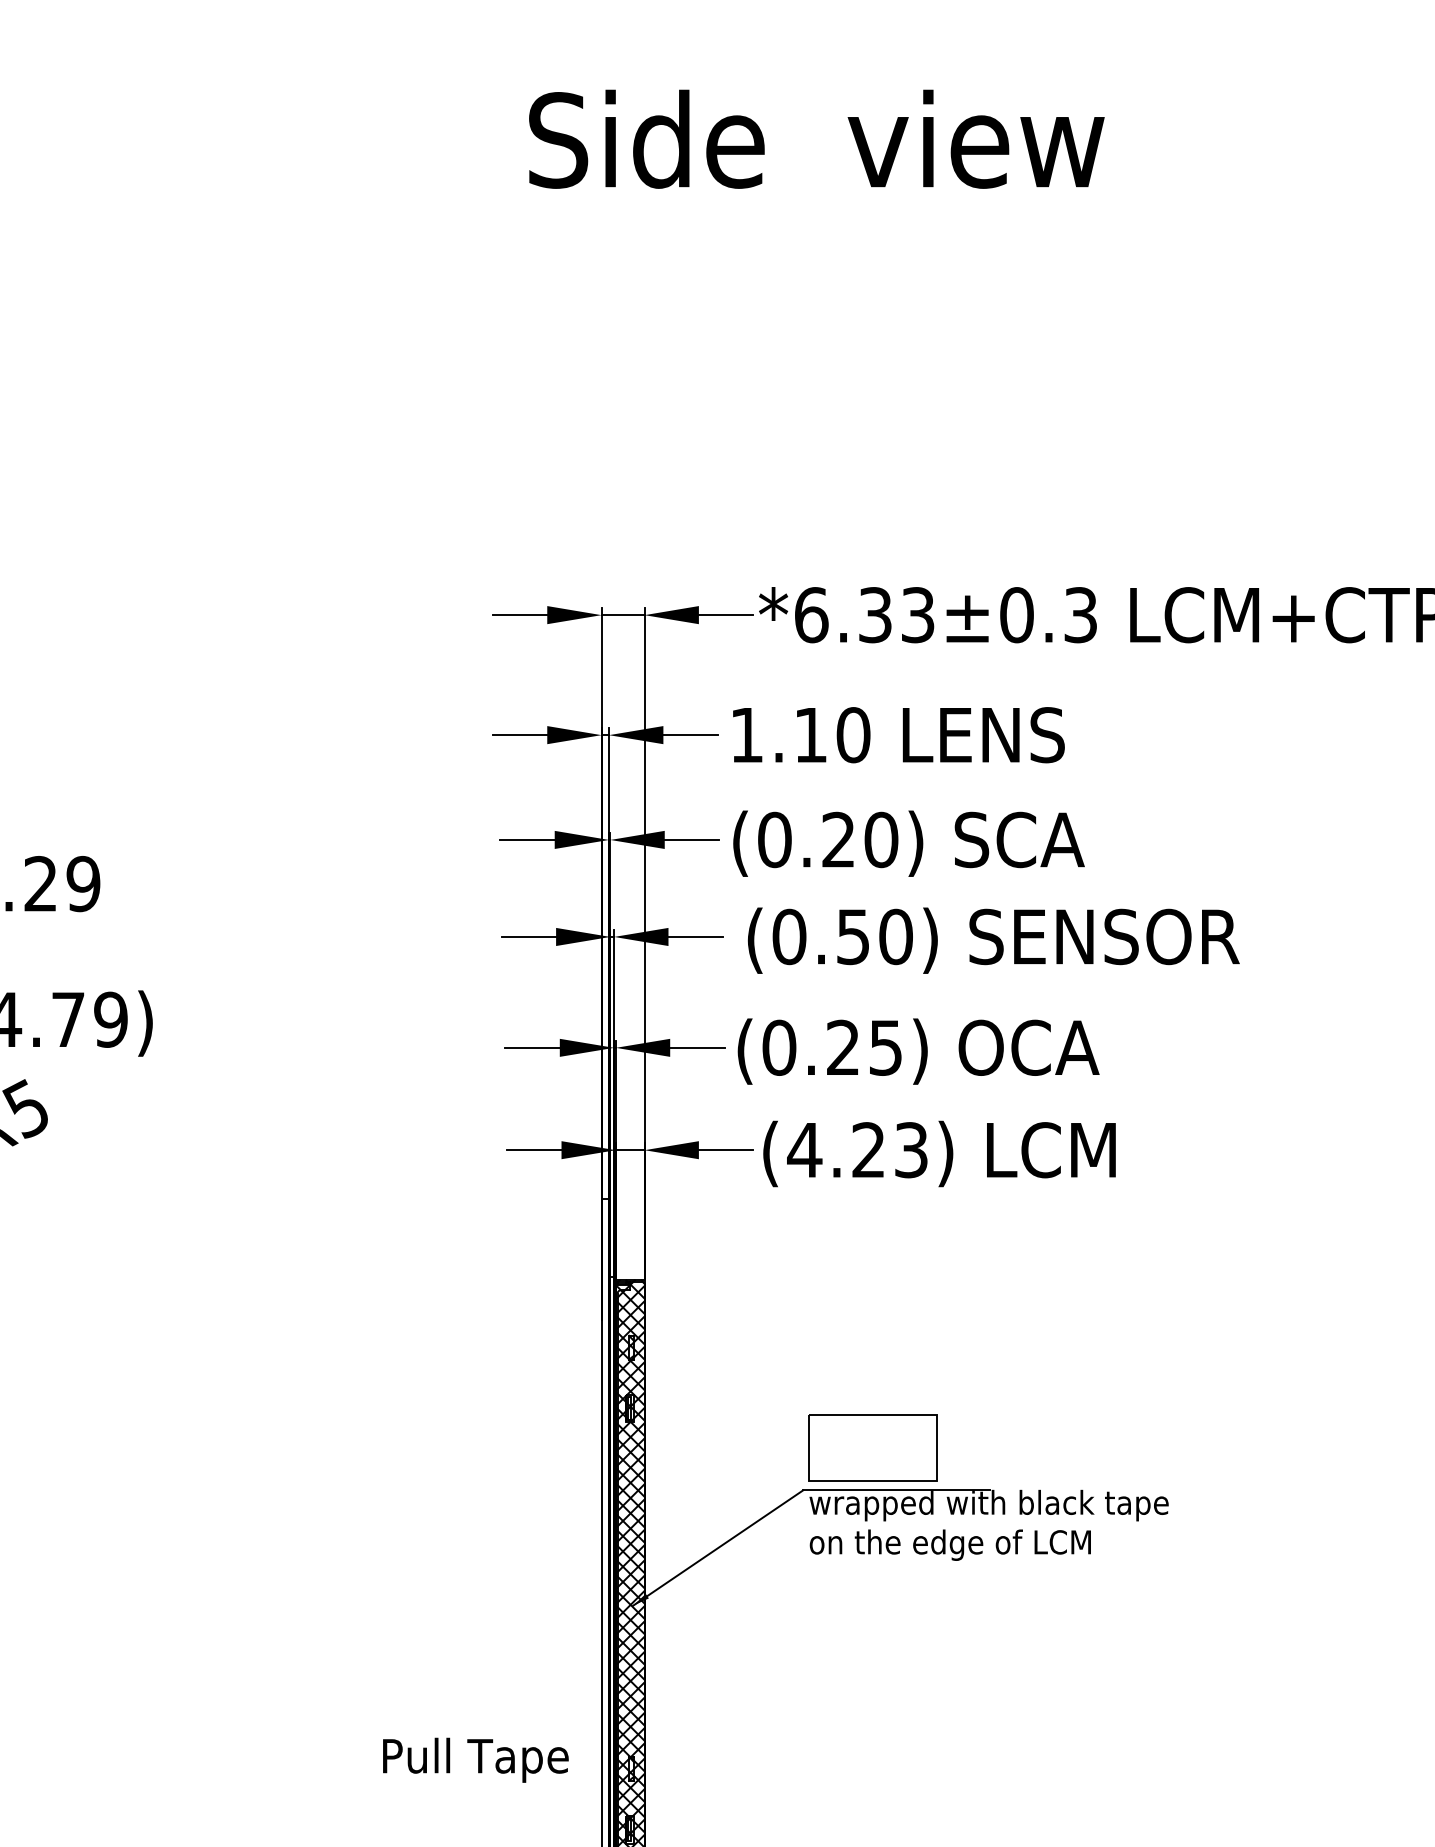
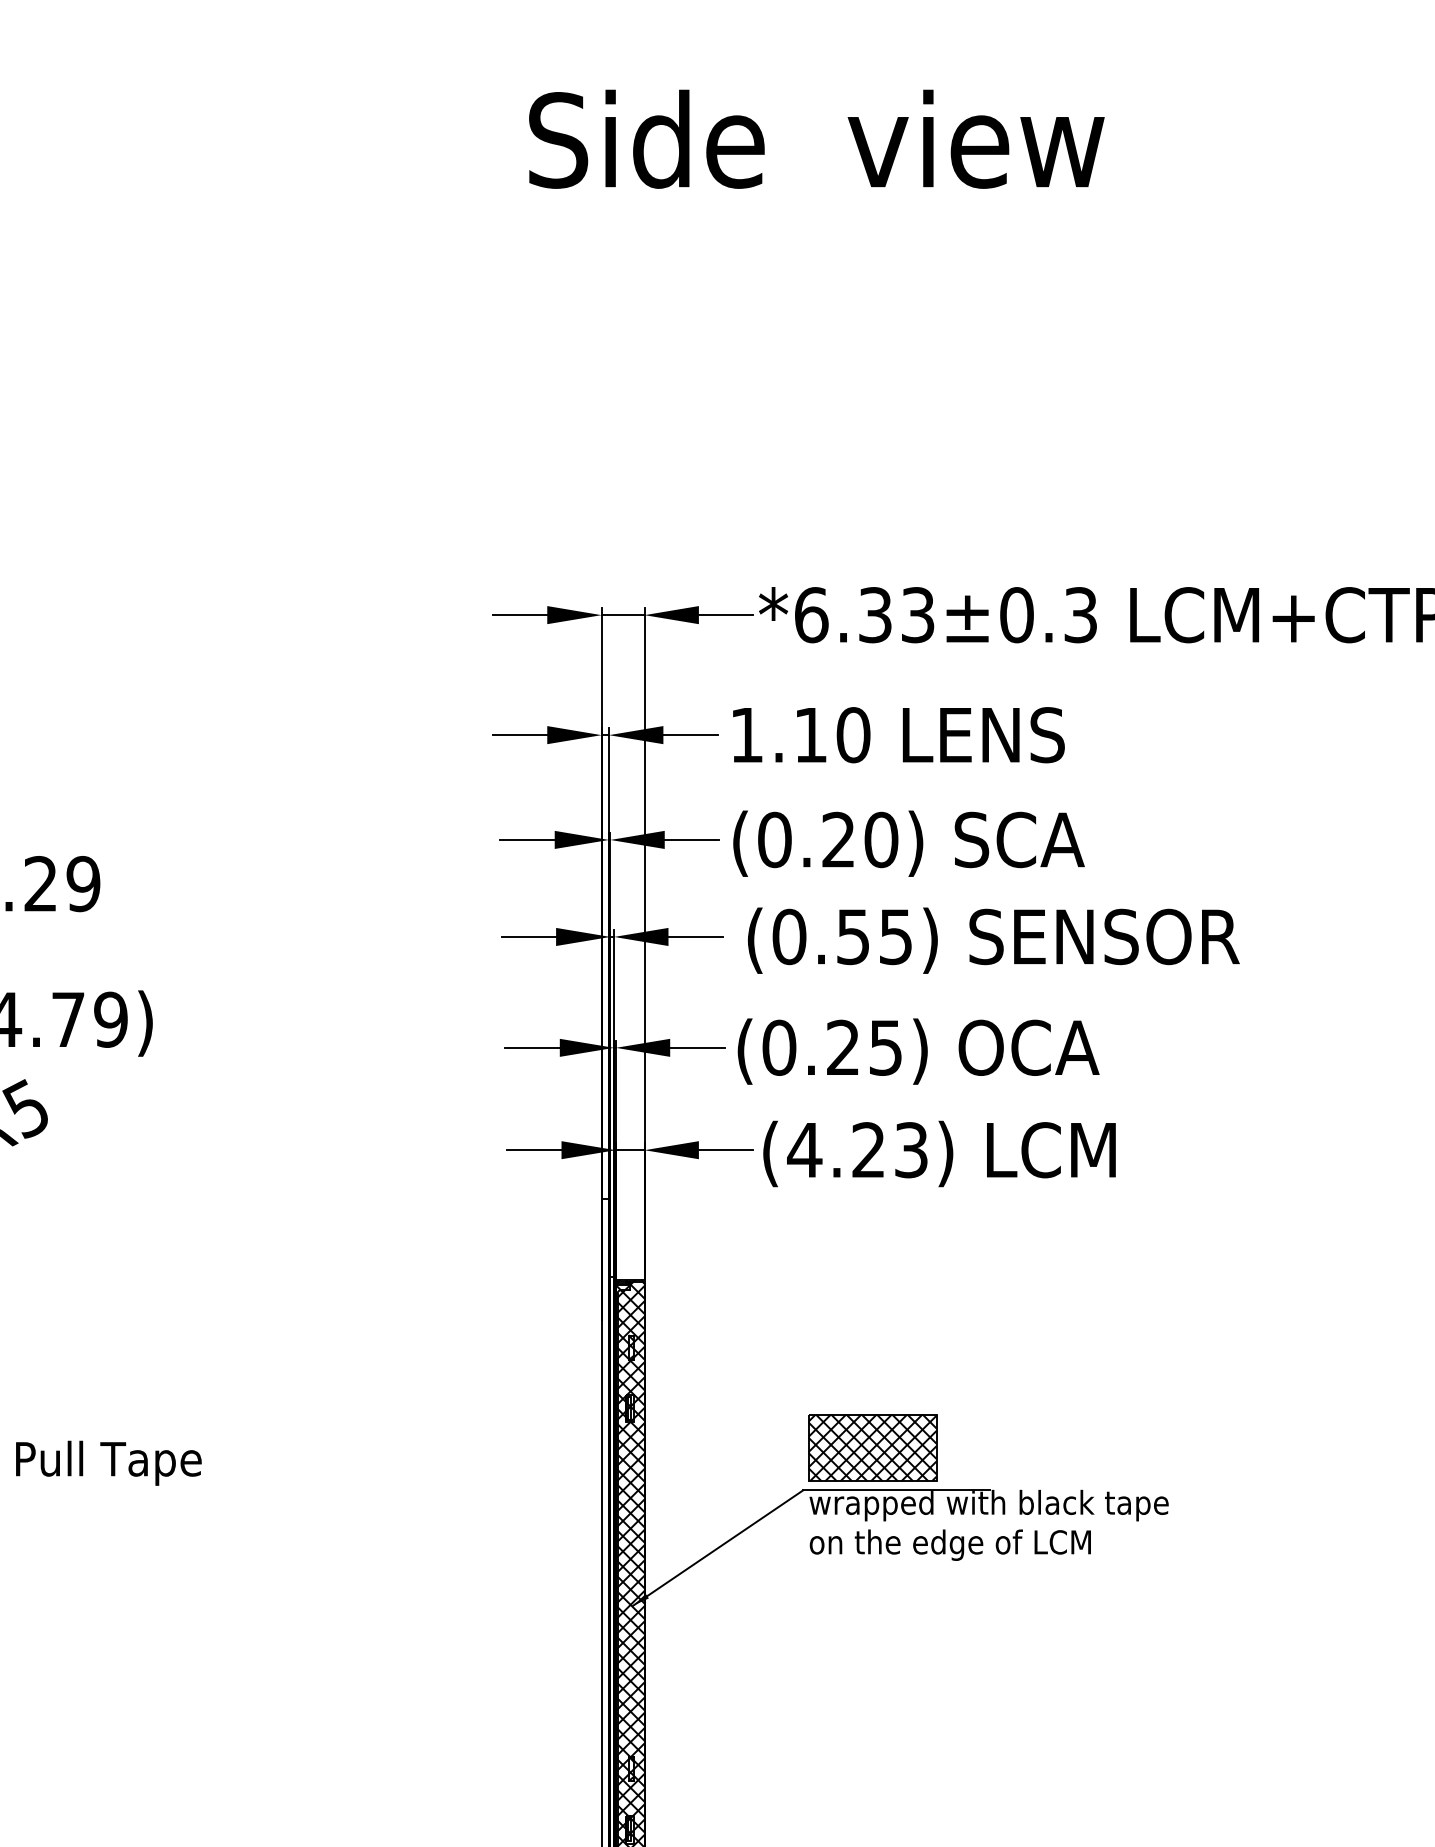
text at (895, 936): (0.50) -> (0.55)
hatch at (872, 1447): none -> present
text at (475, 1759) position: (475, 1759) -> (108, 1462)
